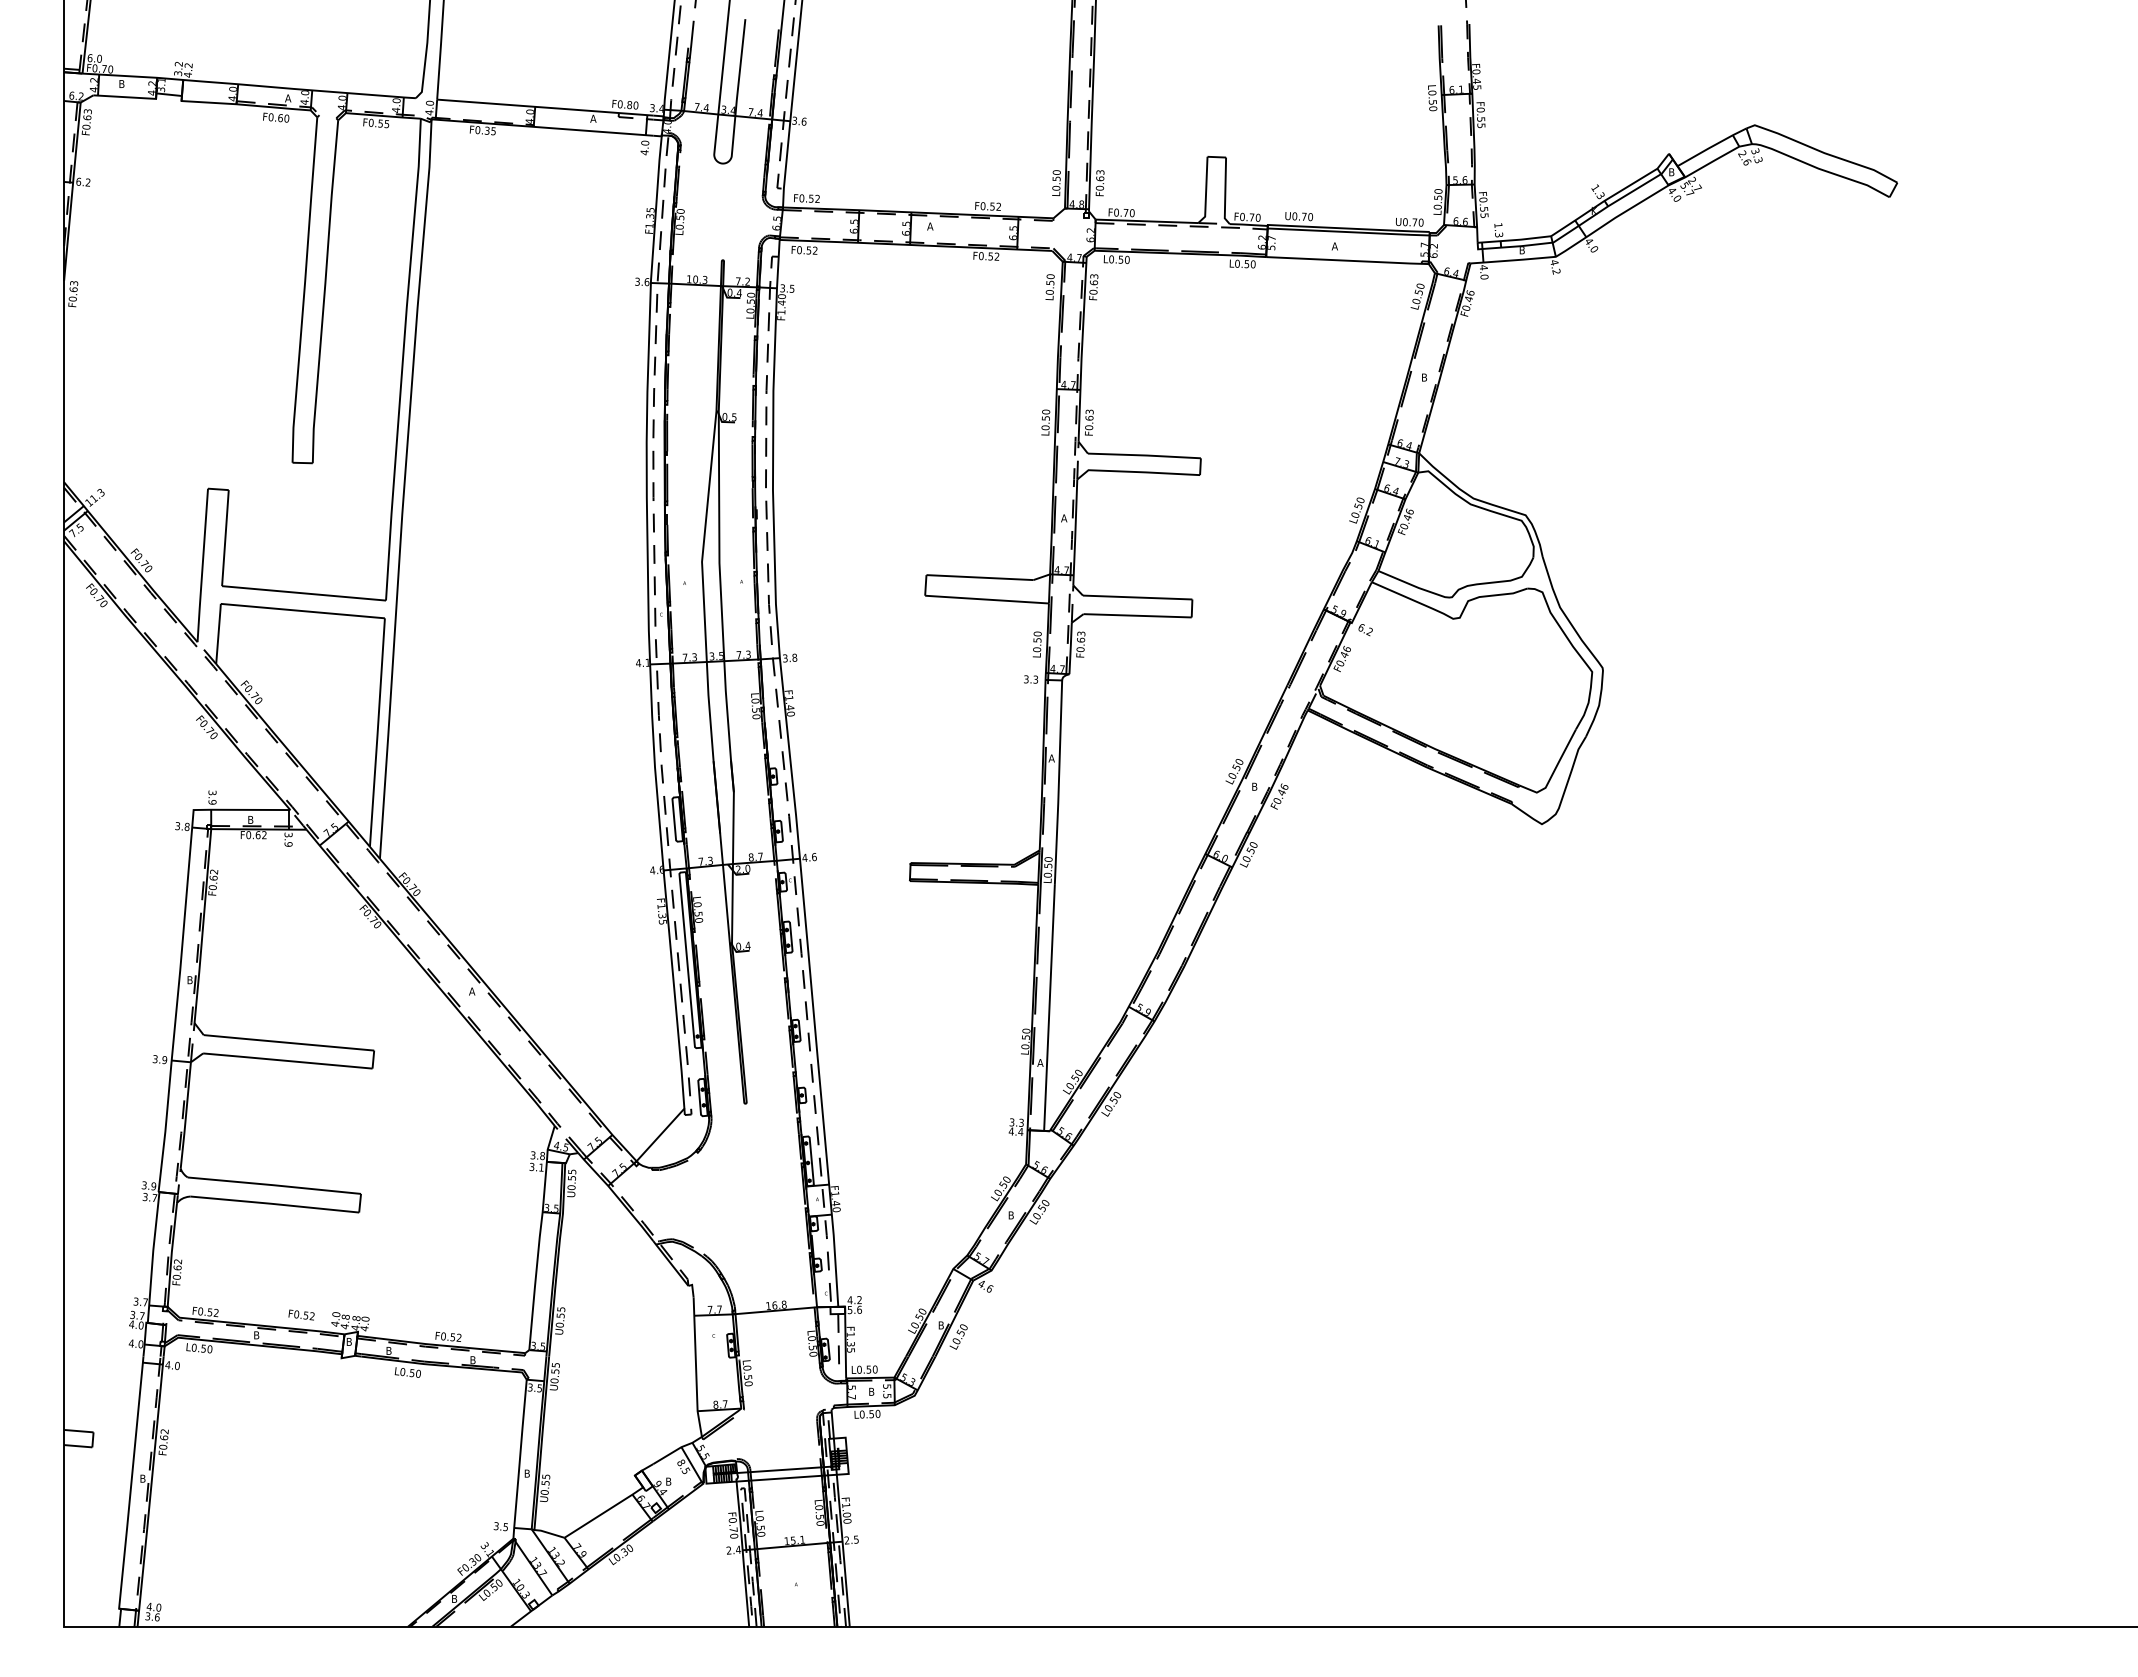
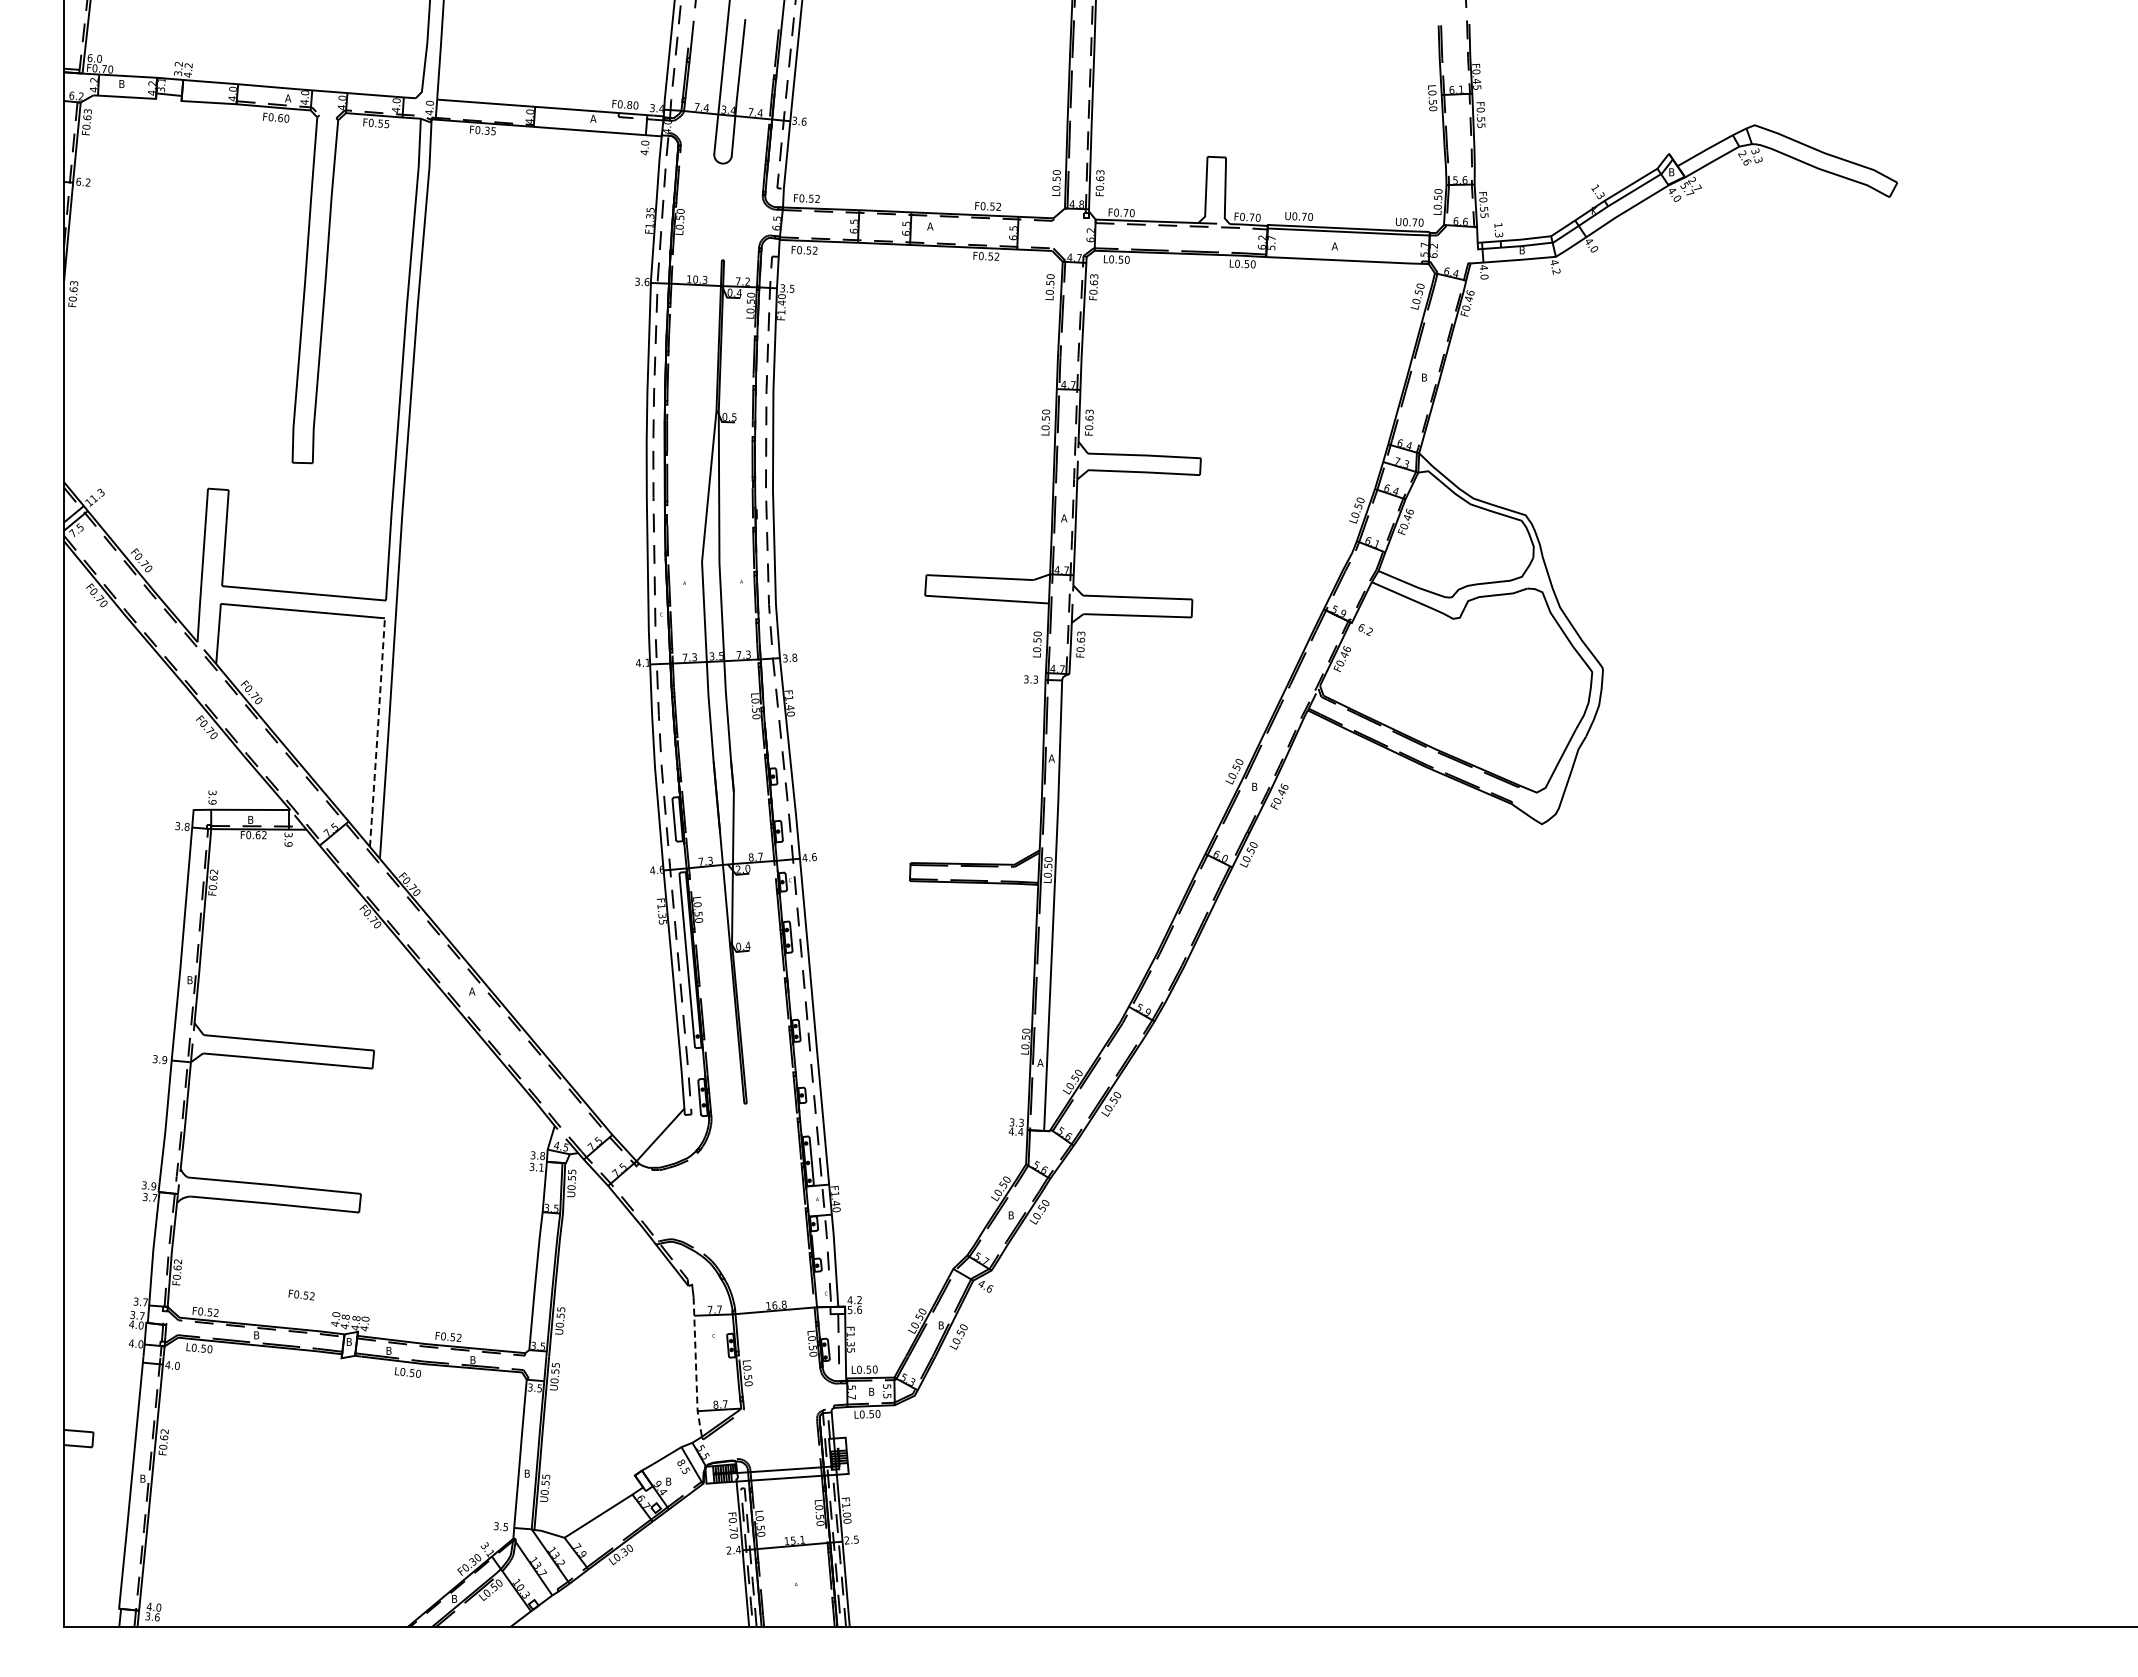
line at (377, 732): solid -> dashed
text at (301, 1314) position: (301, 1314) -> (301, 1294)
line at (696, 1368): solid -> dashed
